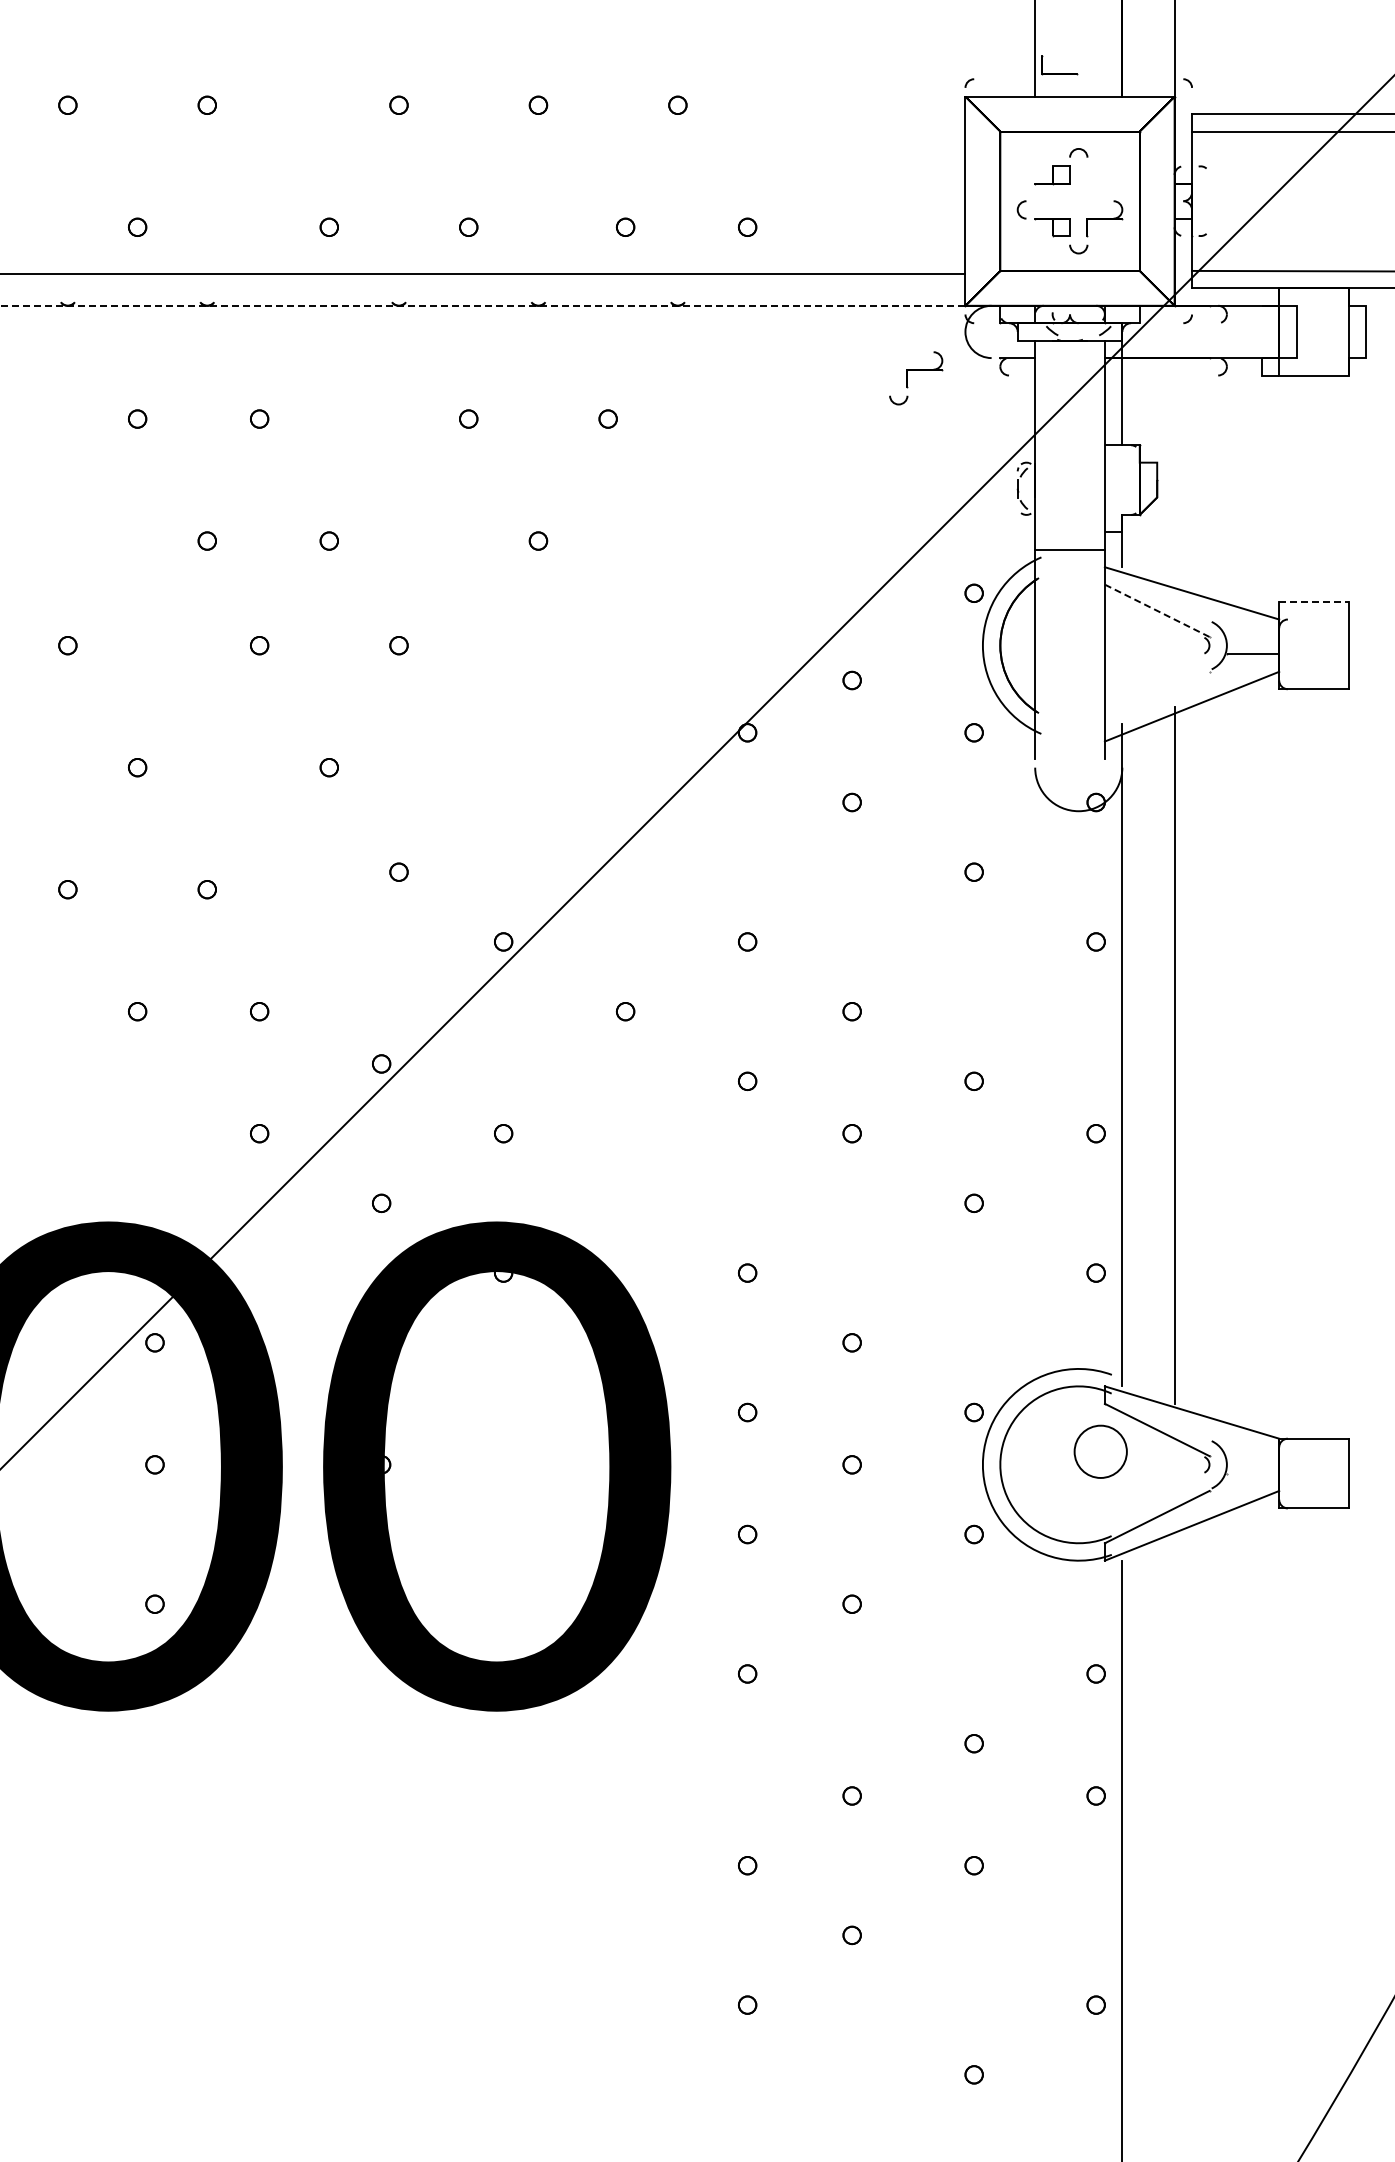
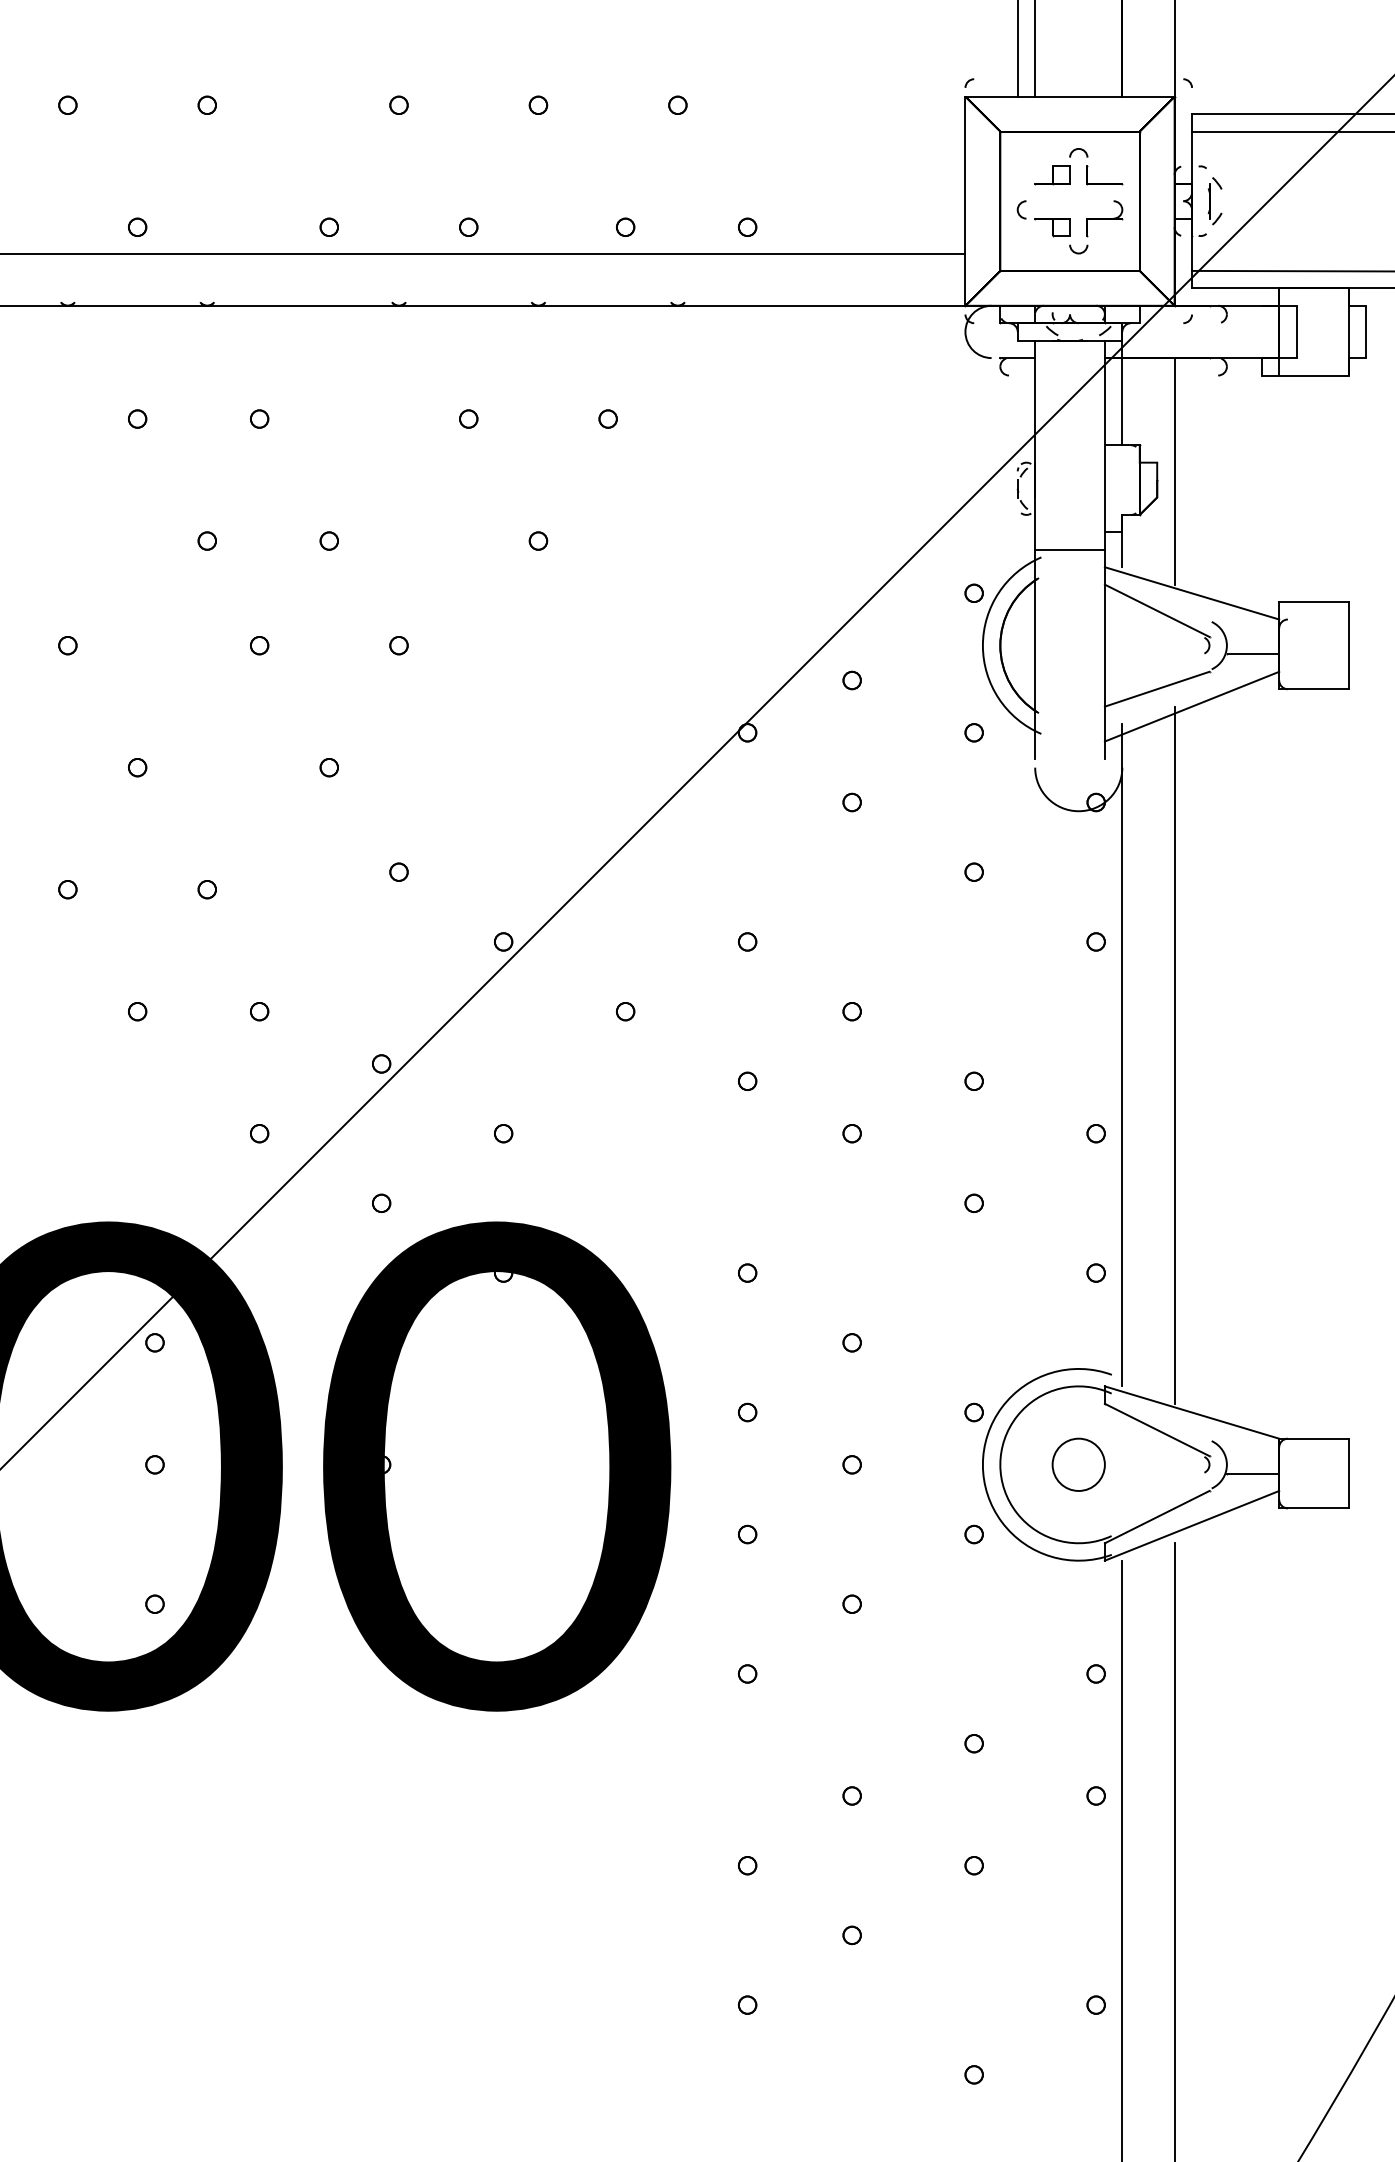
line at (1017, 49): none -> present
part at (1059, 73) position: (1059, 73) -> (1104, 183)
part at (1214, 201): none -> present
line at (483, 273) position: (483, 273) -> (483, 253)
line at (482, 305): dashed -> solid
part at (916, 370): present -> none
line at (1174, 471): none -> present
line at (1314, 602): dashed -> solid
line at (1157, 611): dashed -> solid
line at (1156, 688): none -> present
part at (1100, 1451) position: (1100, 1451) -> (1078, 1464)
line at (1252, 1473): none -> present
line at (1174, 1850): none -> present
